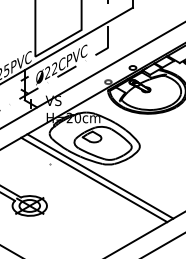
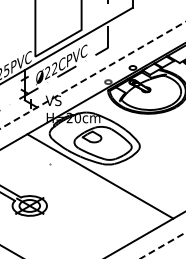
line at (93, 75): solid -> dashed
line at (94, 179): present -> none
line at (163, 245): solid -> dashed
